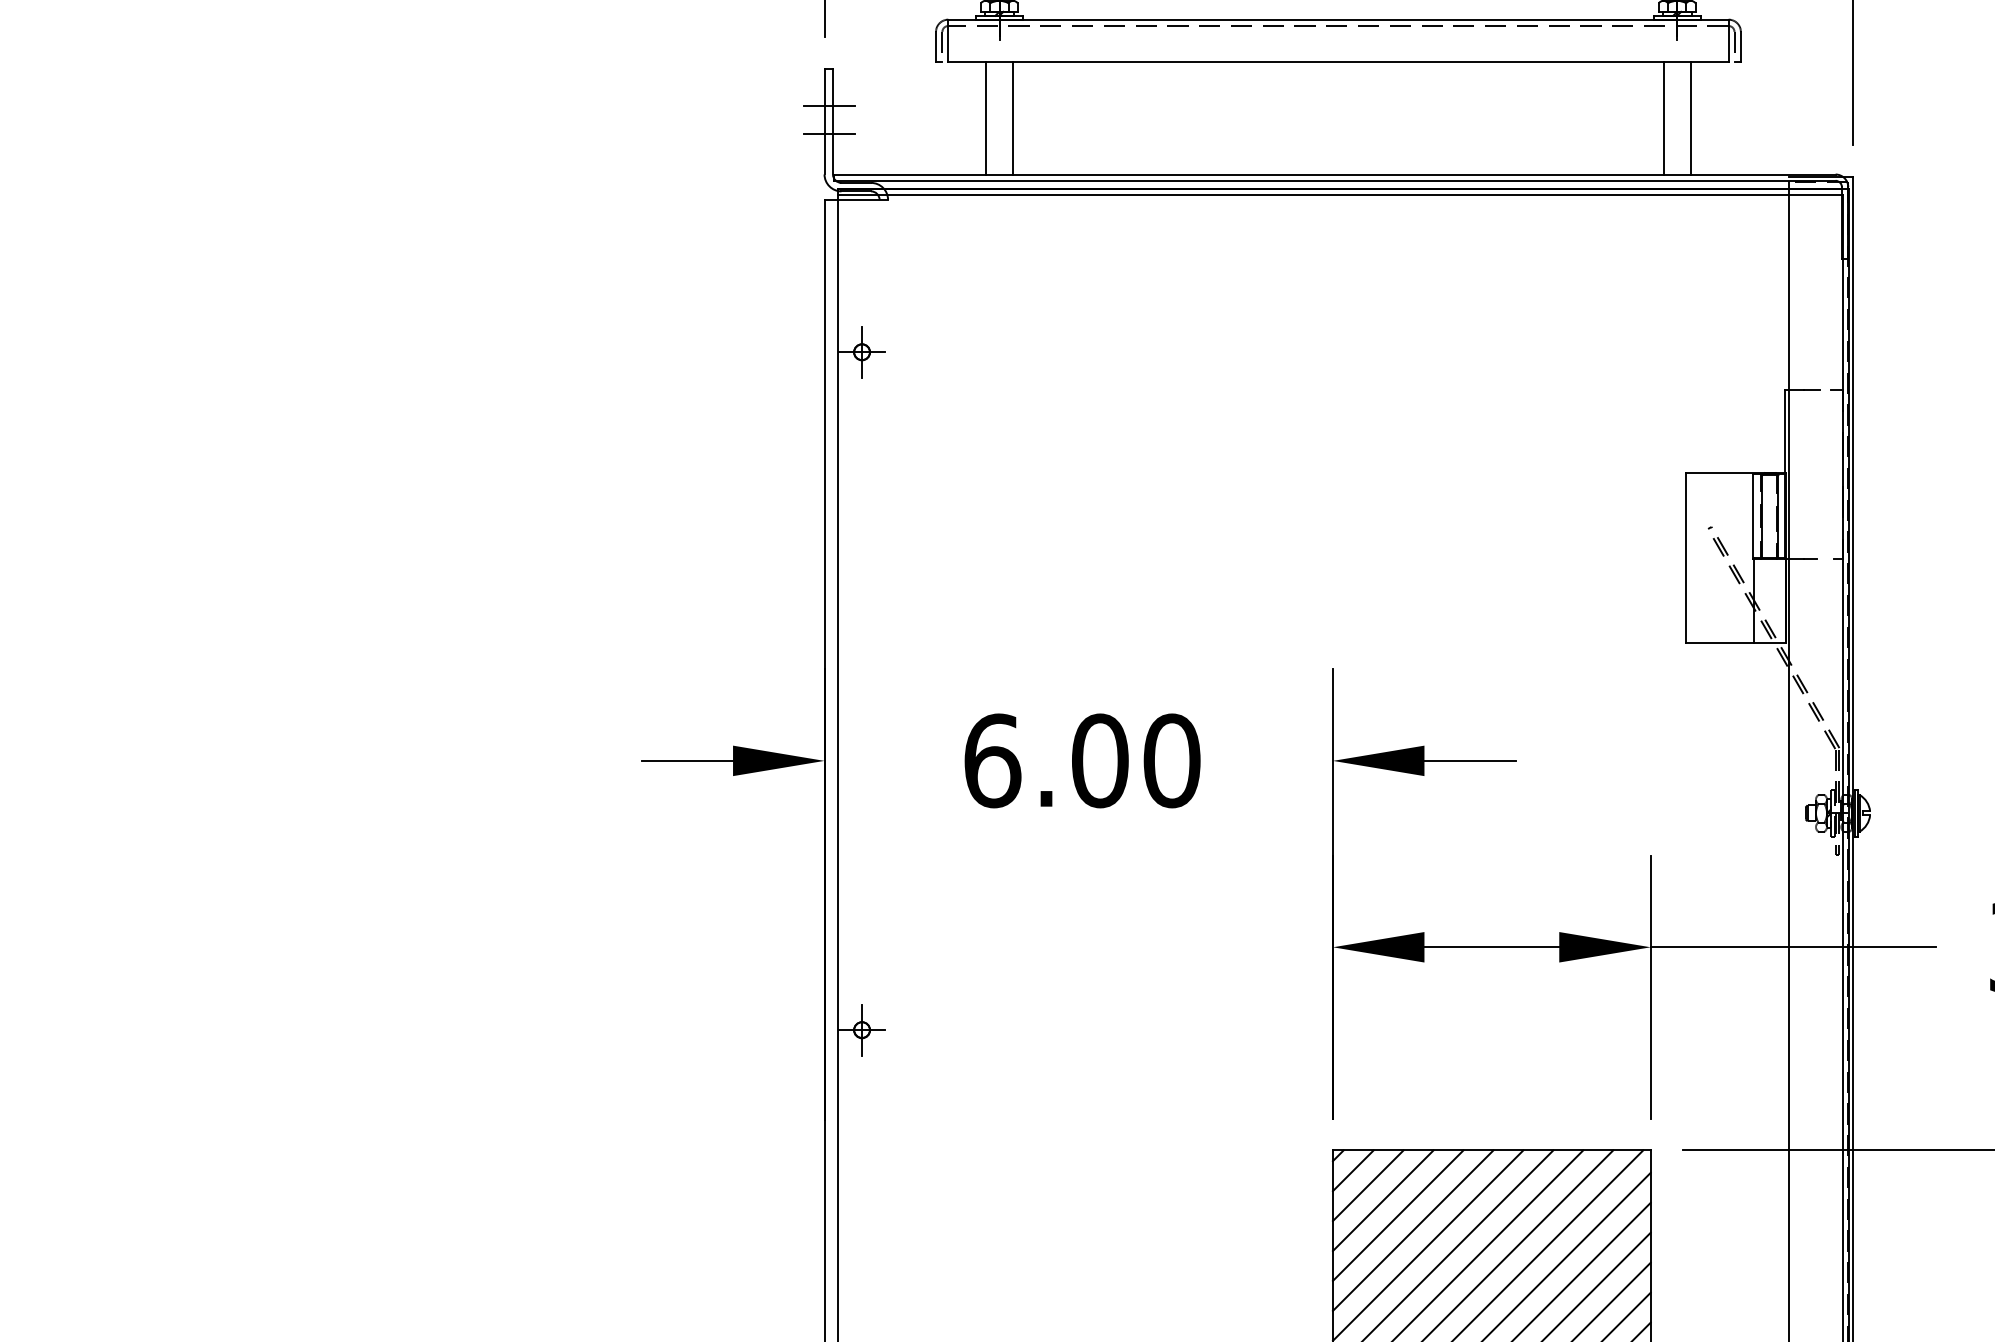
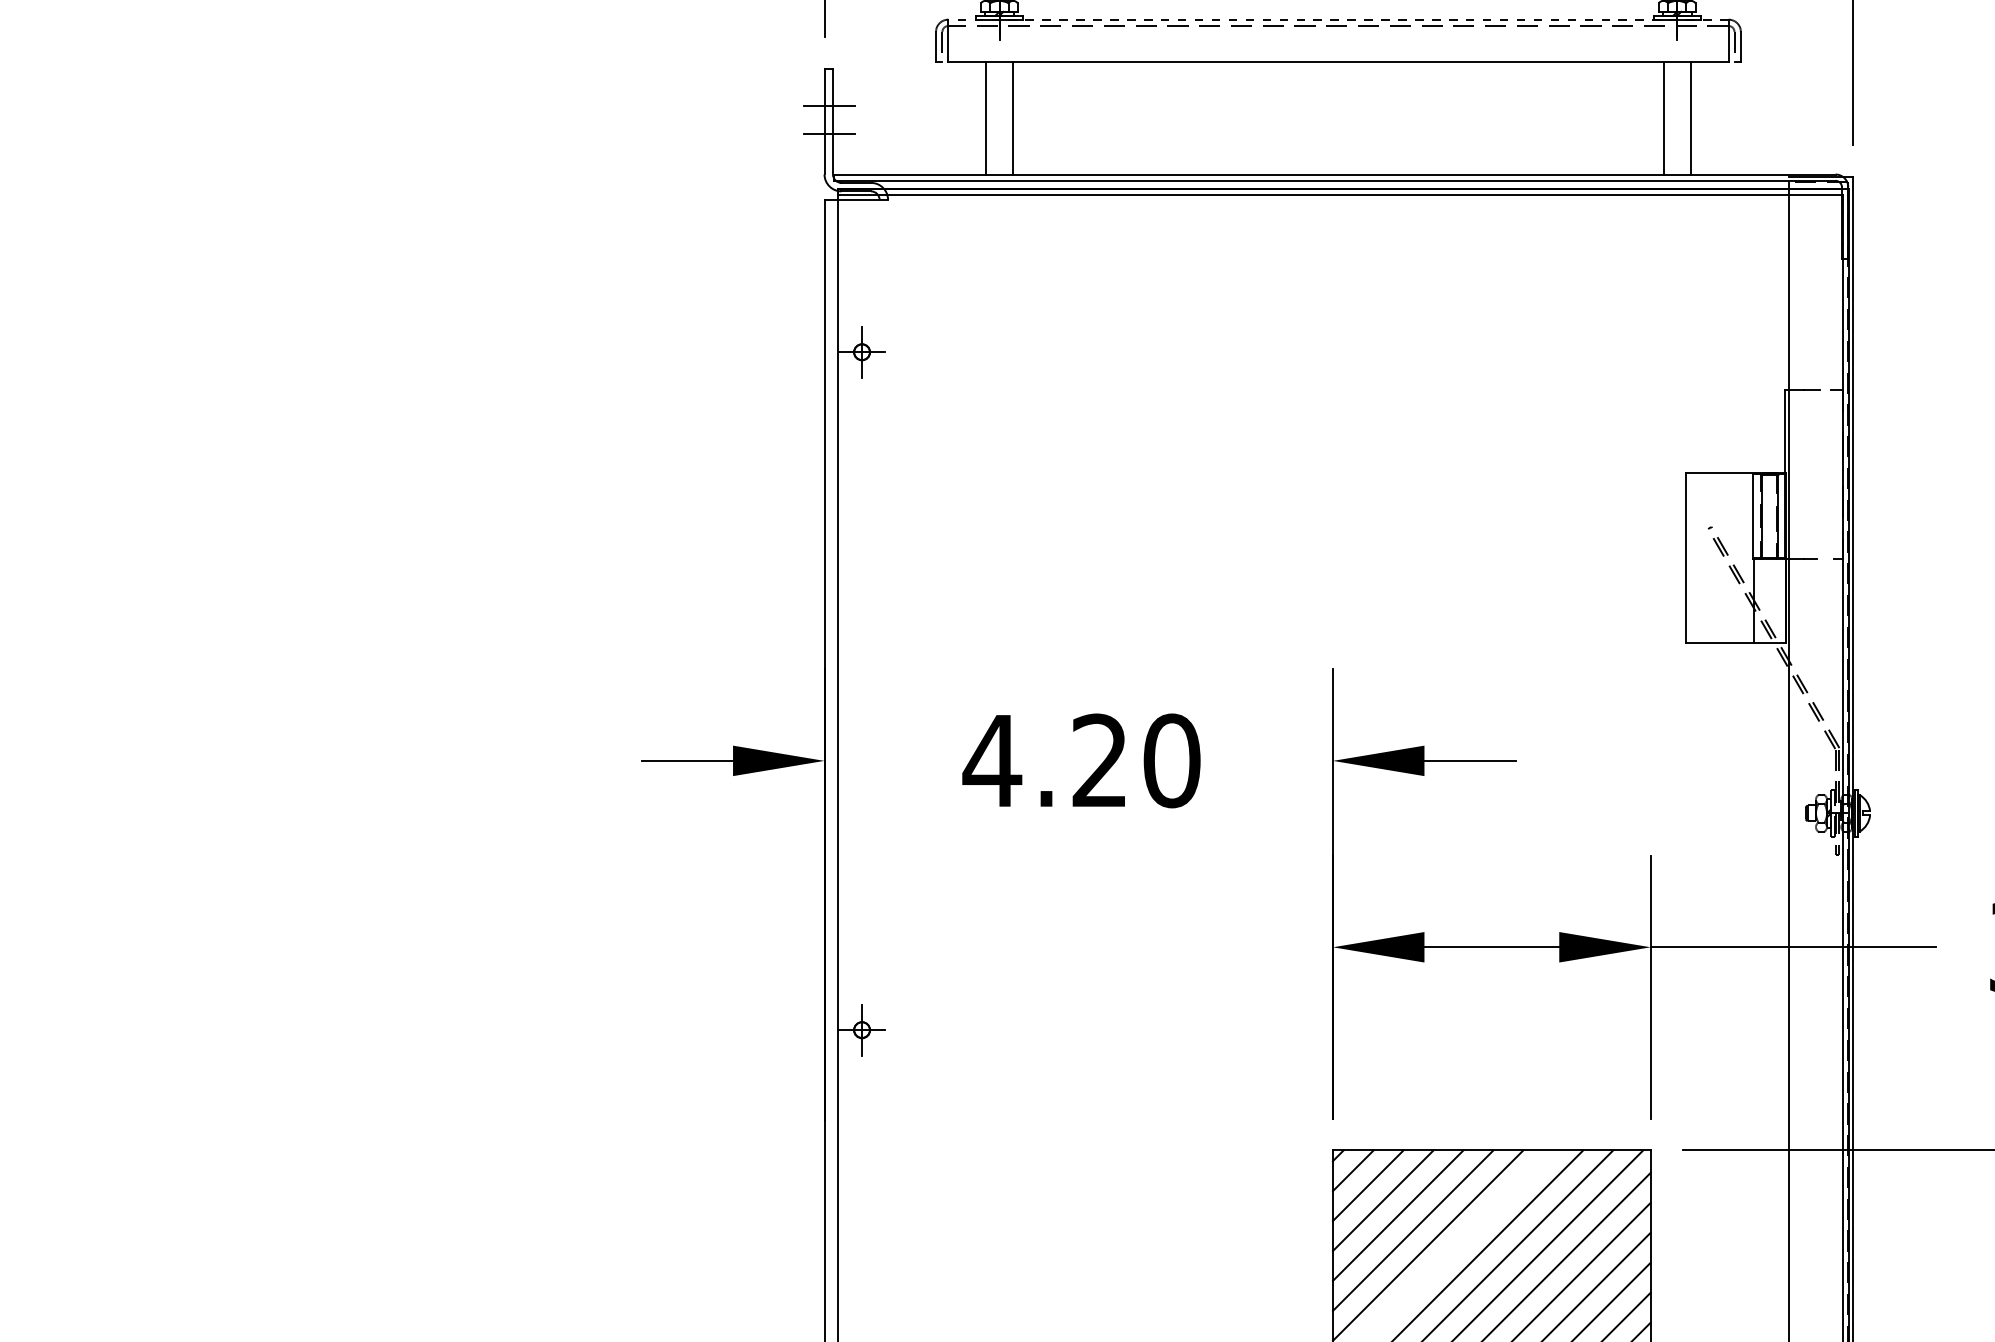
line at (1337, 19): solid -> dashed
text at (1045, 760): 6.00 -> 4.20
line at (1458, 1244): present -> none
